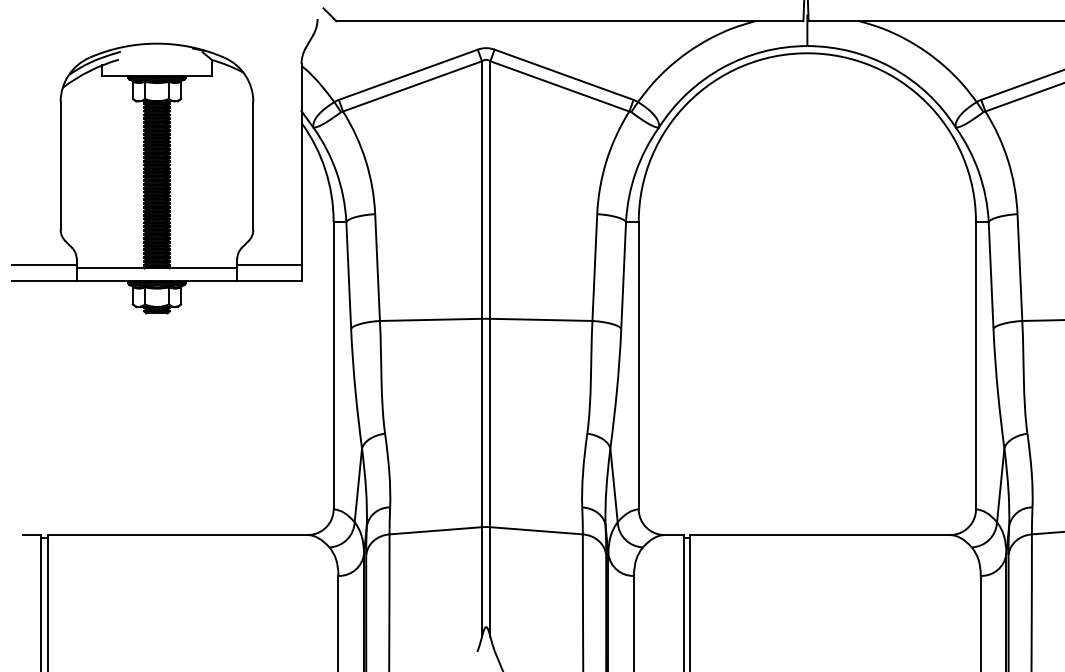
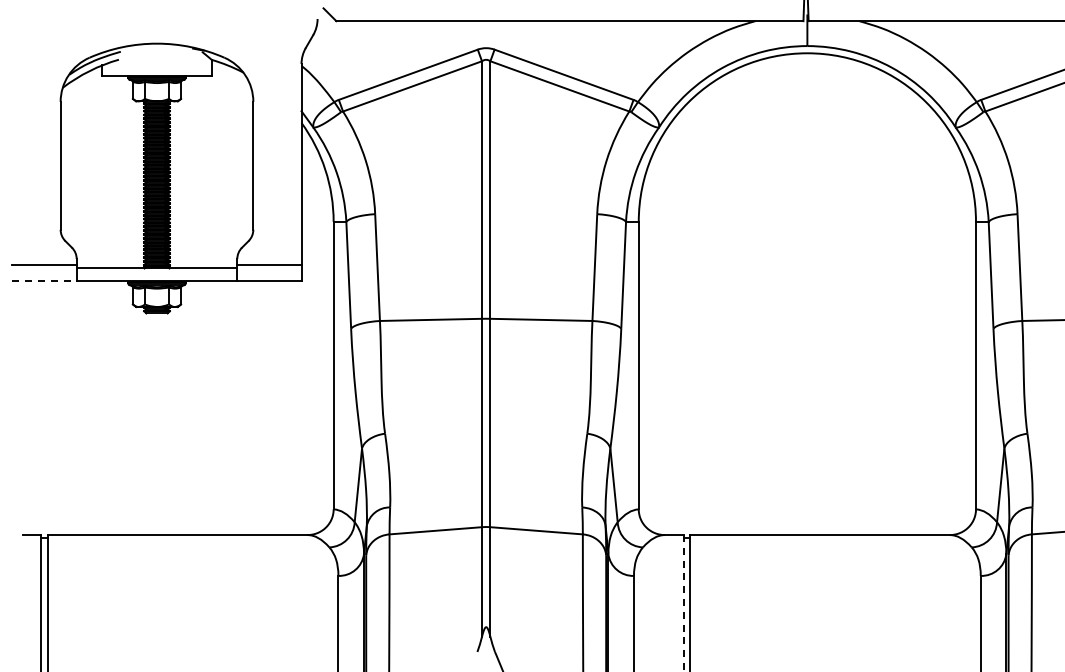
line at (45, 281): solid -> dashed
line at (683, 603): solid -> dashed
